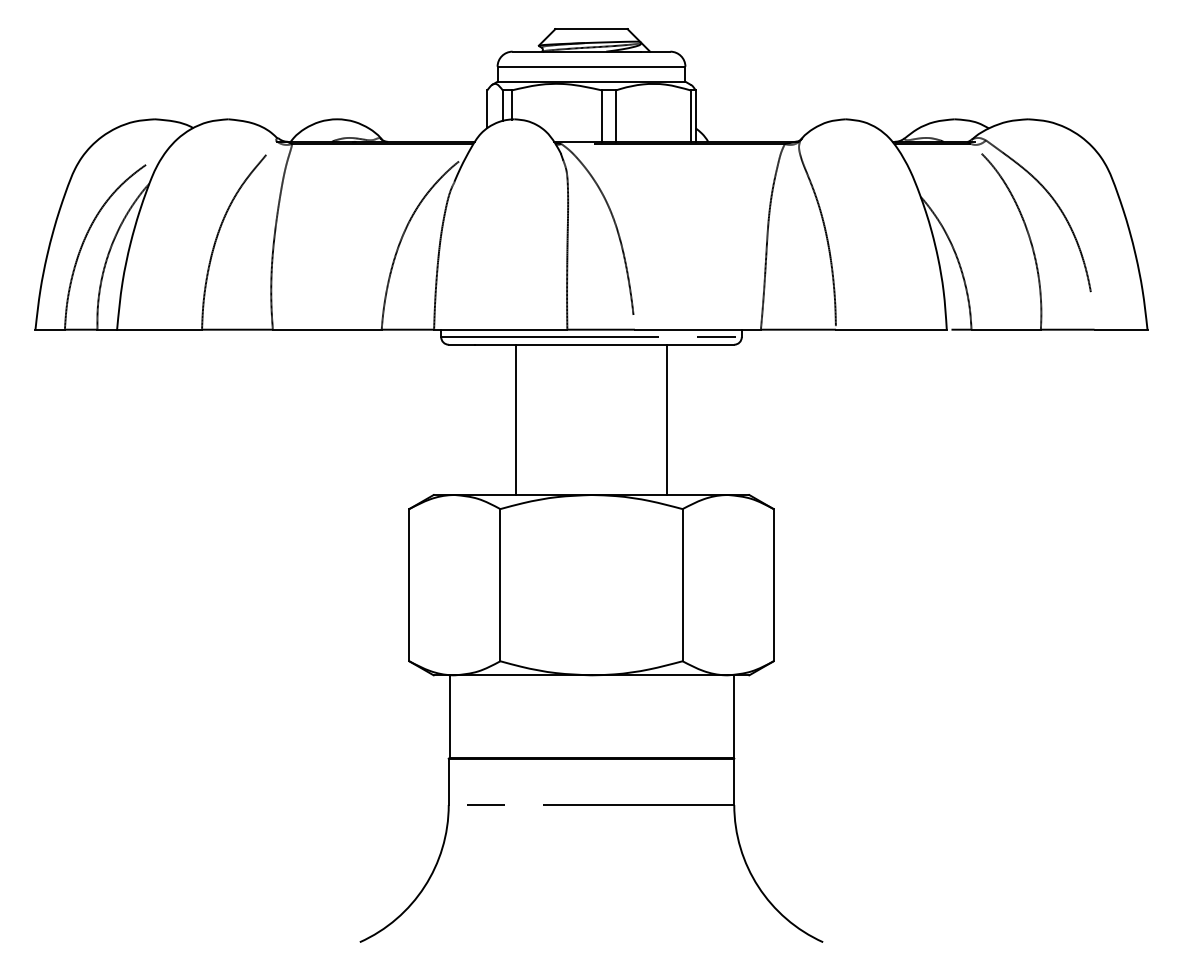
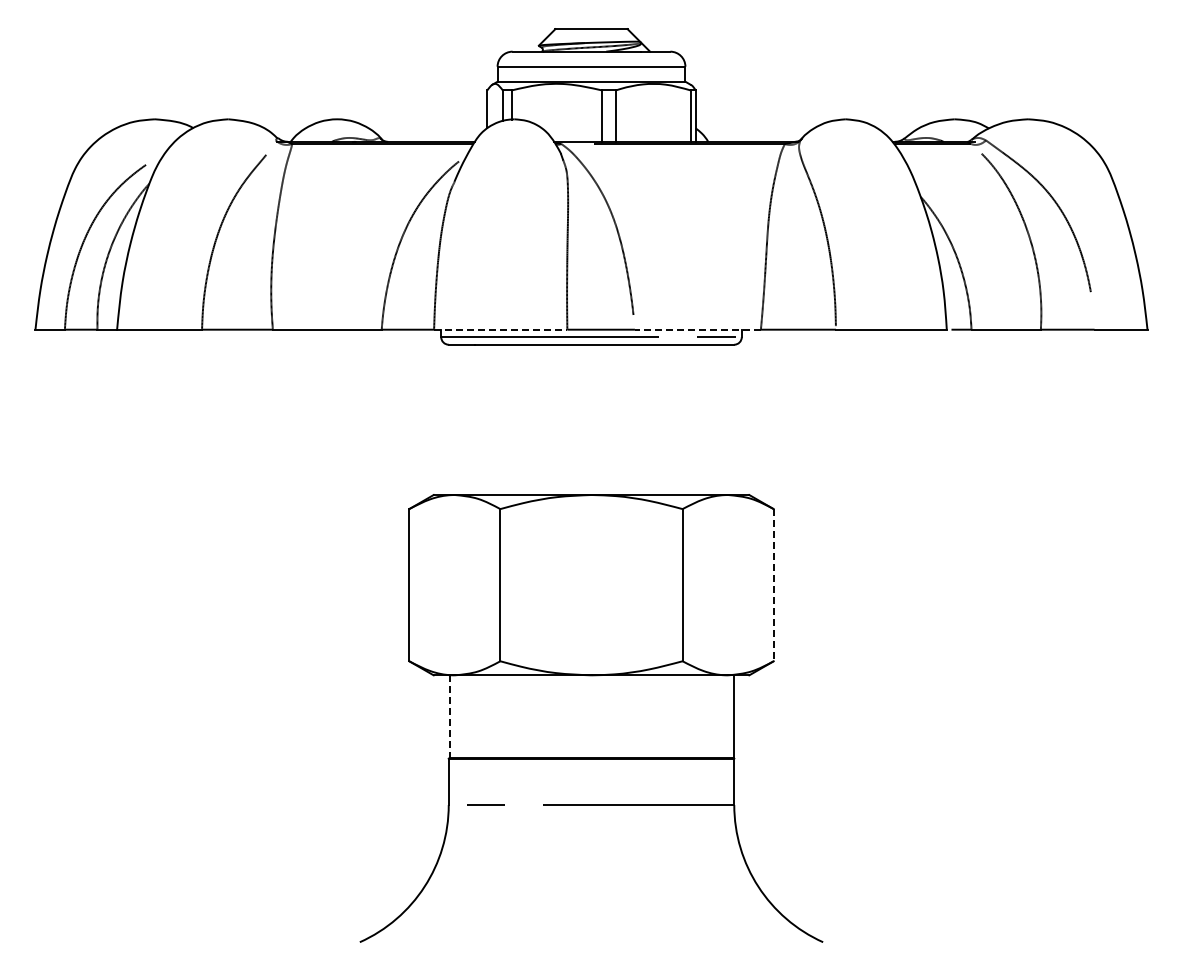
line at (500, 329): solid -> dashed
line at (697, 329): solid -> dashed
line at (516, 419): present -> none
line at (666, 419): present -> none
line at (773, 585): solid -> dashed
line at (449, 717): solid -> dashed
